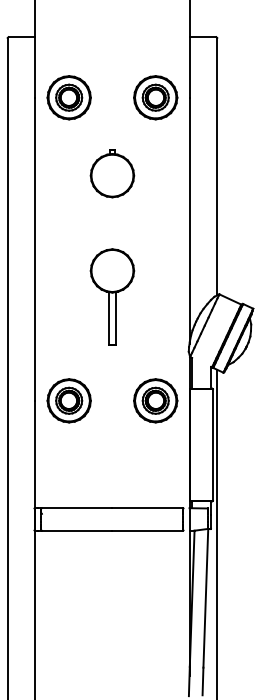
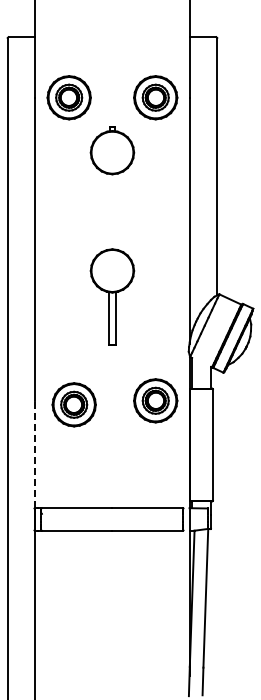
part at (112, 173) position: (112, 173) -> (112, 150)
part at (68, 400) position: (68, 400) -> (73, 404)
line at (35, 454): solid -> dashed
line at (217, 532): present -> none
